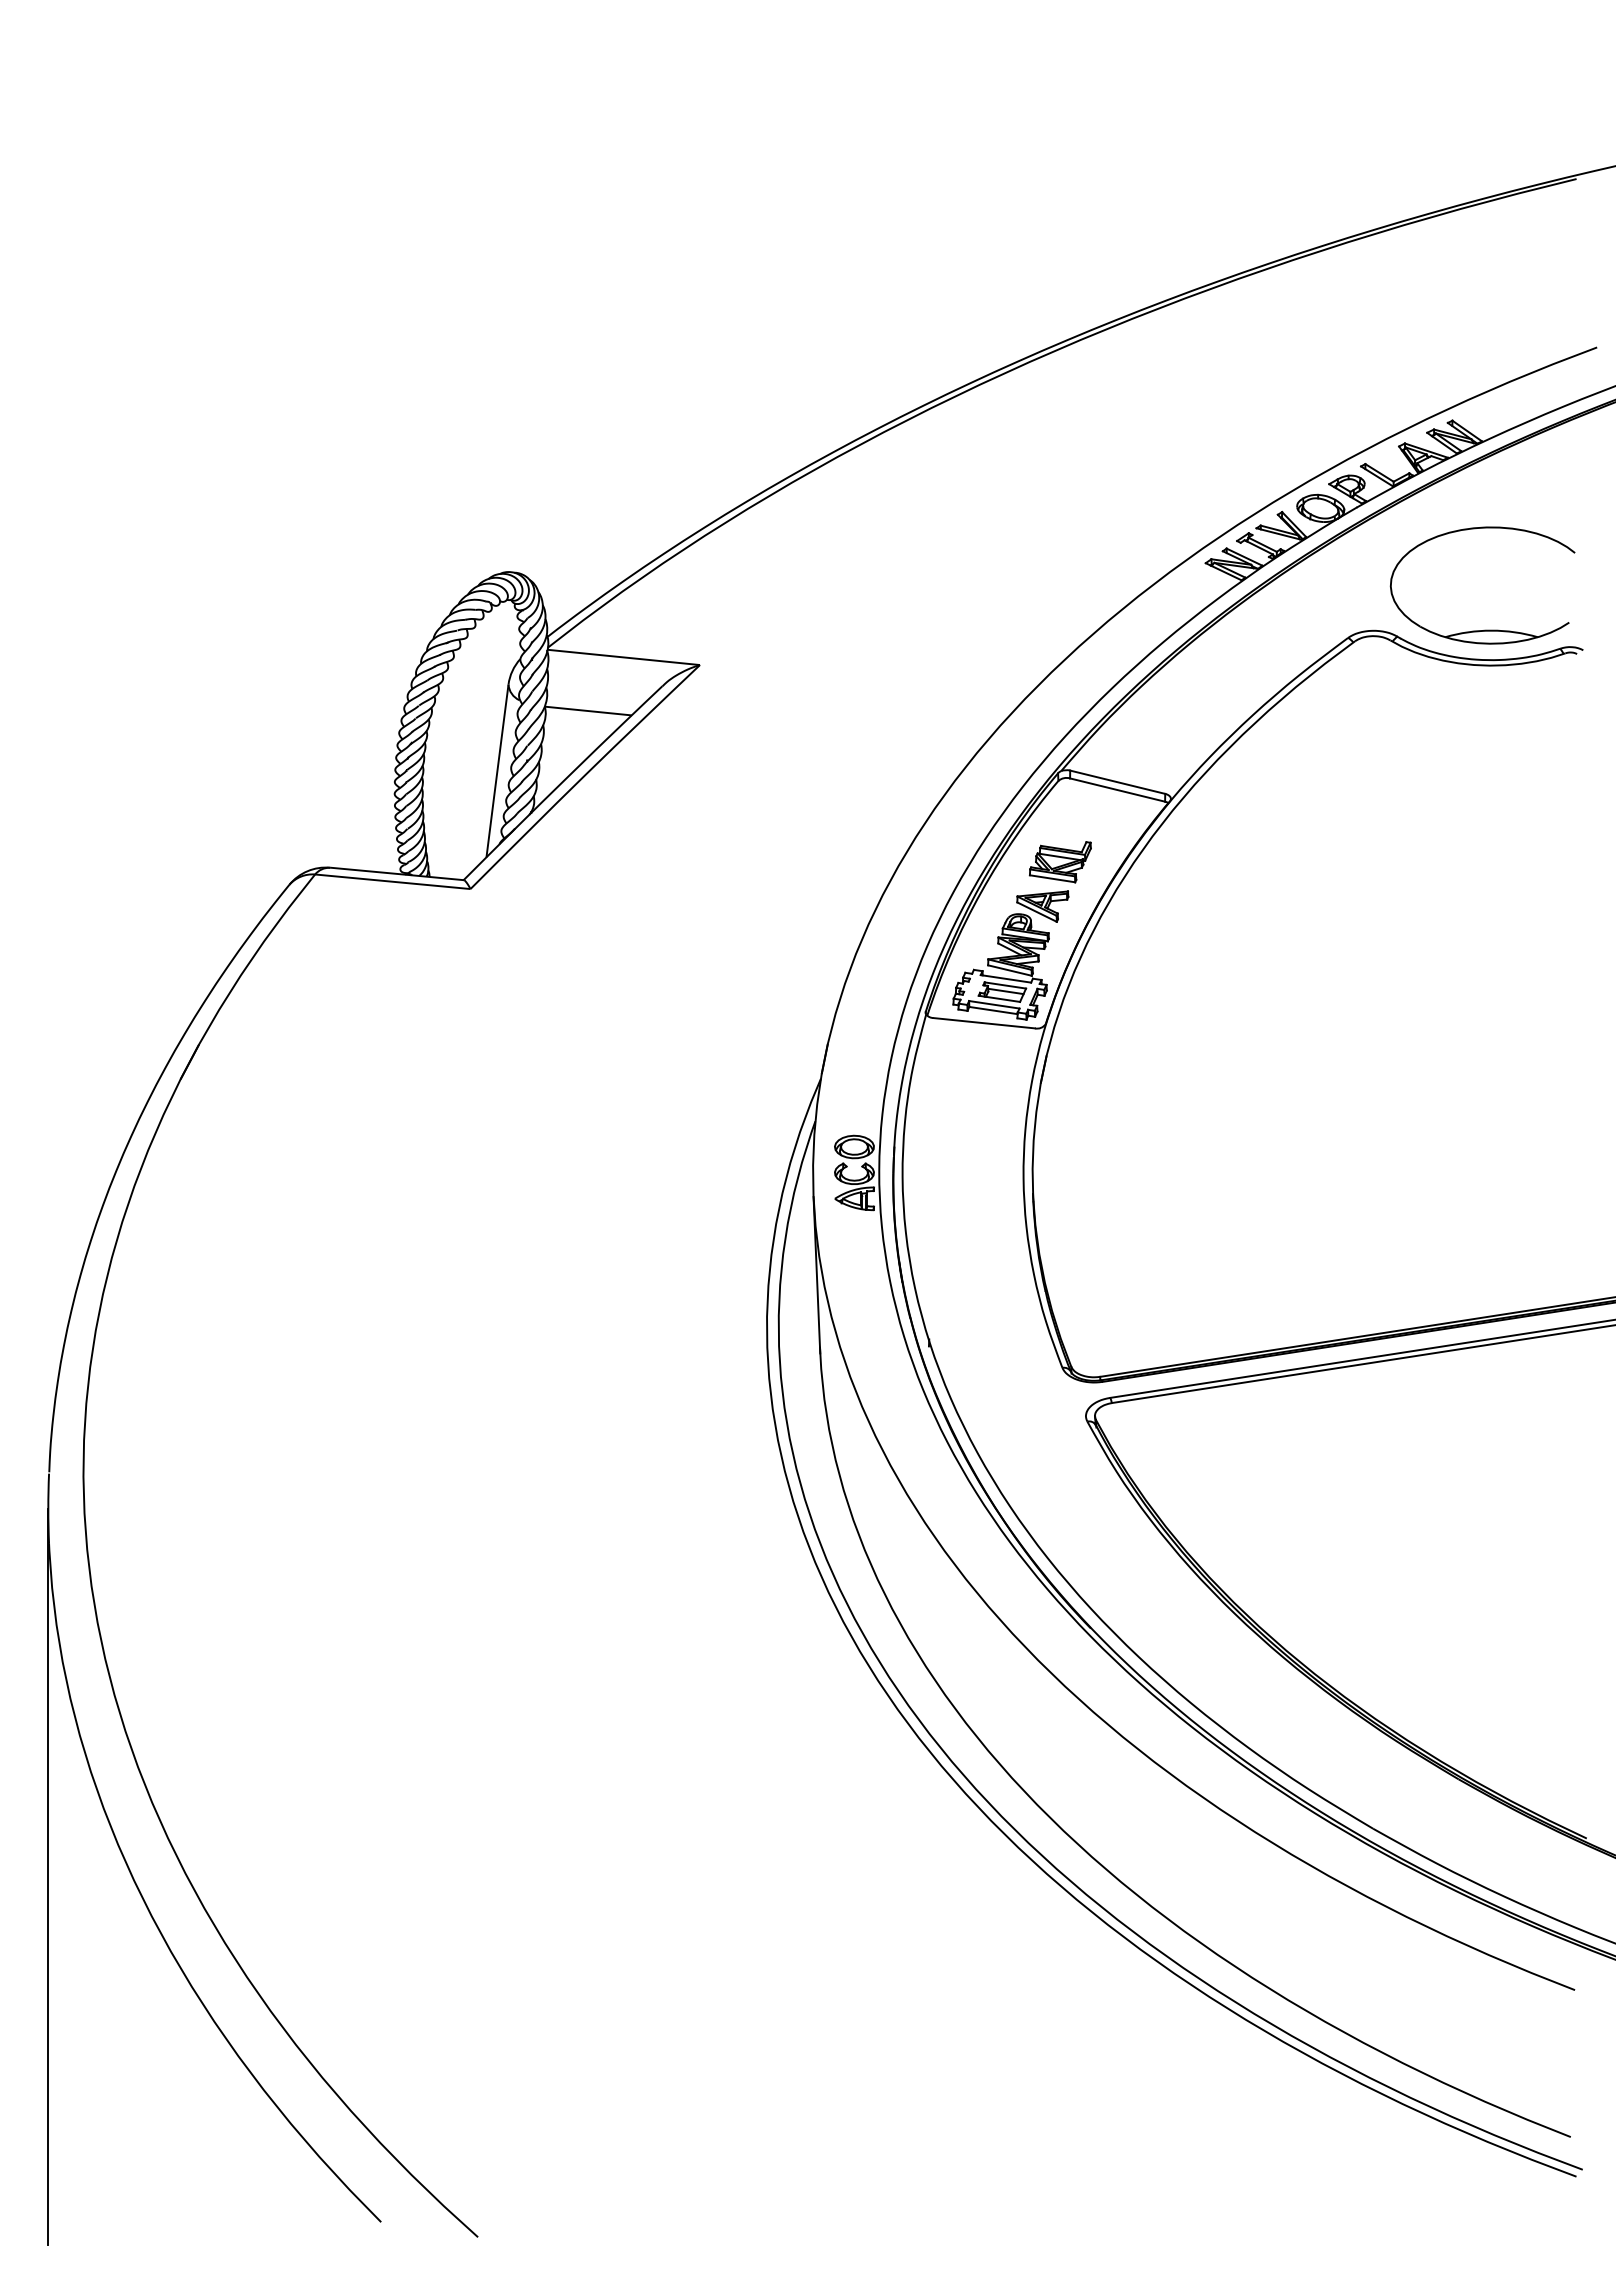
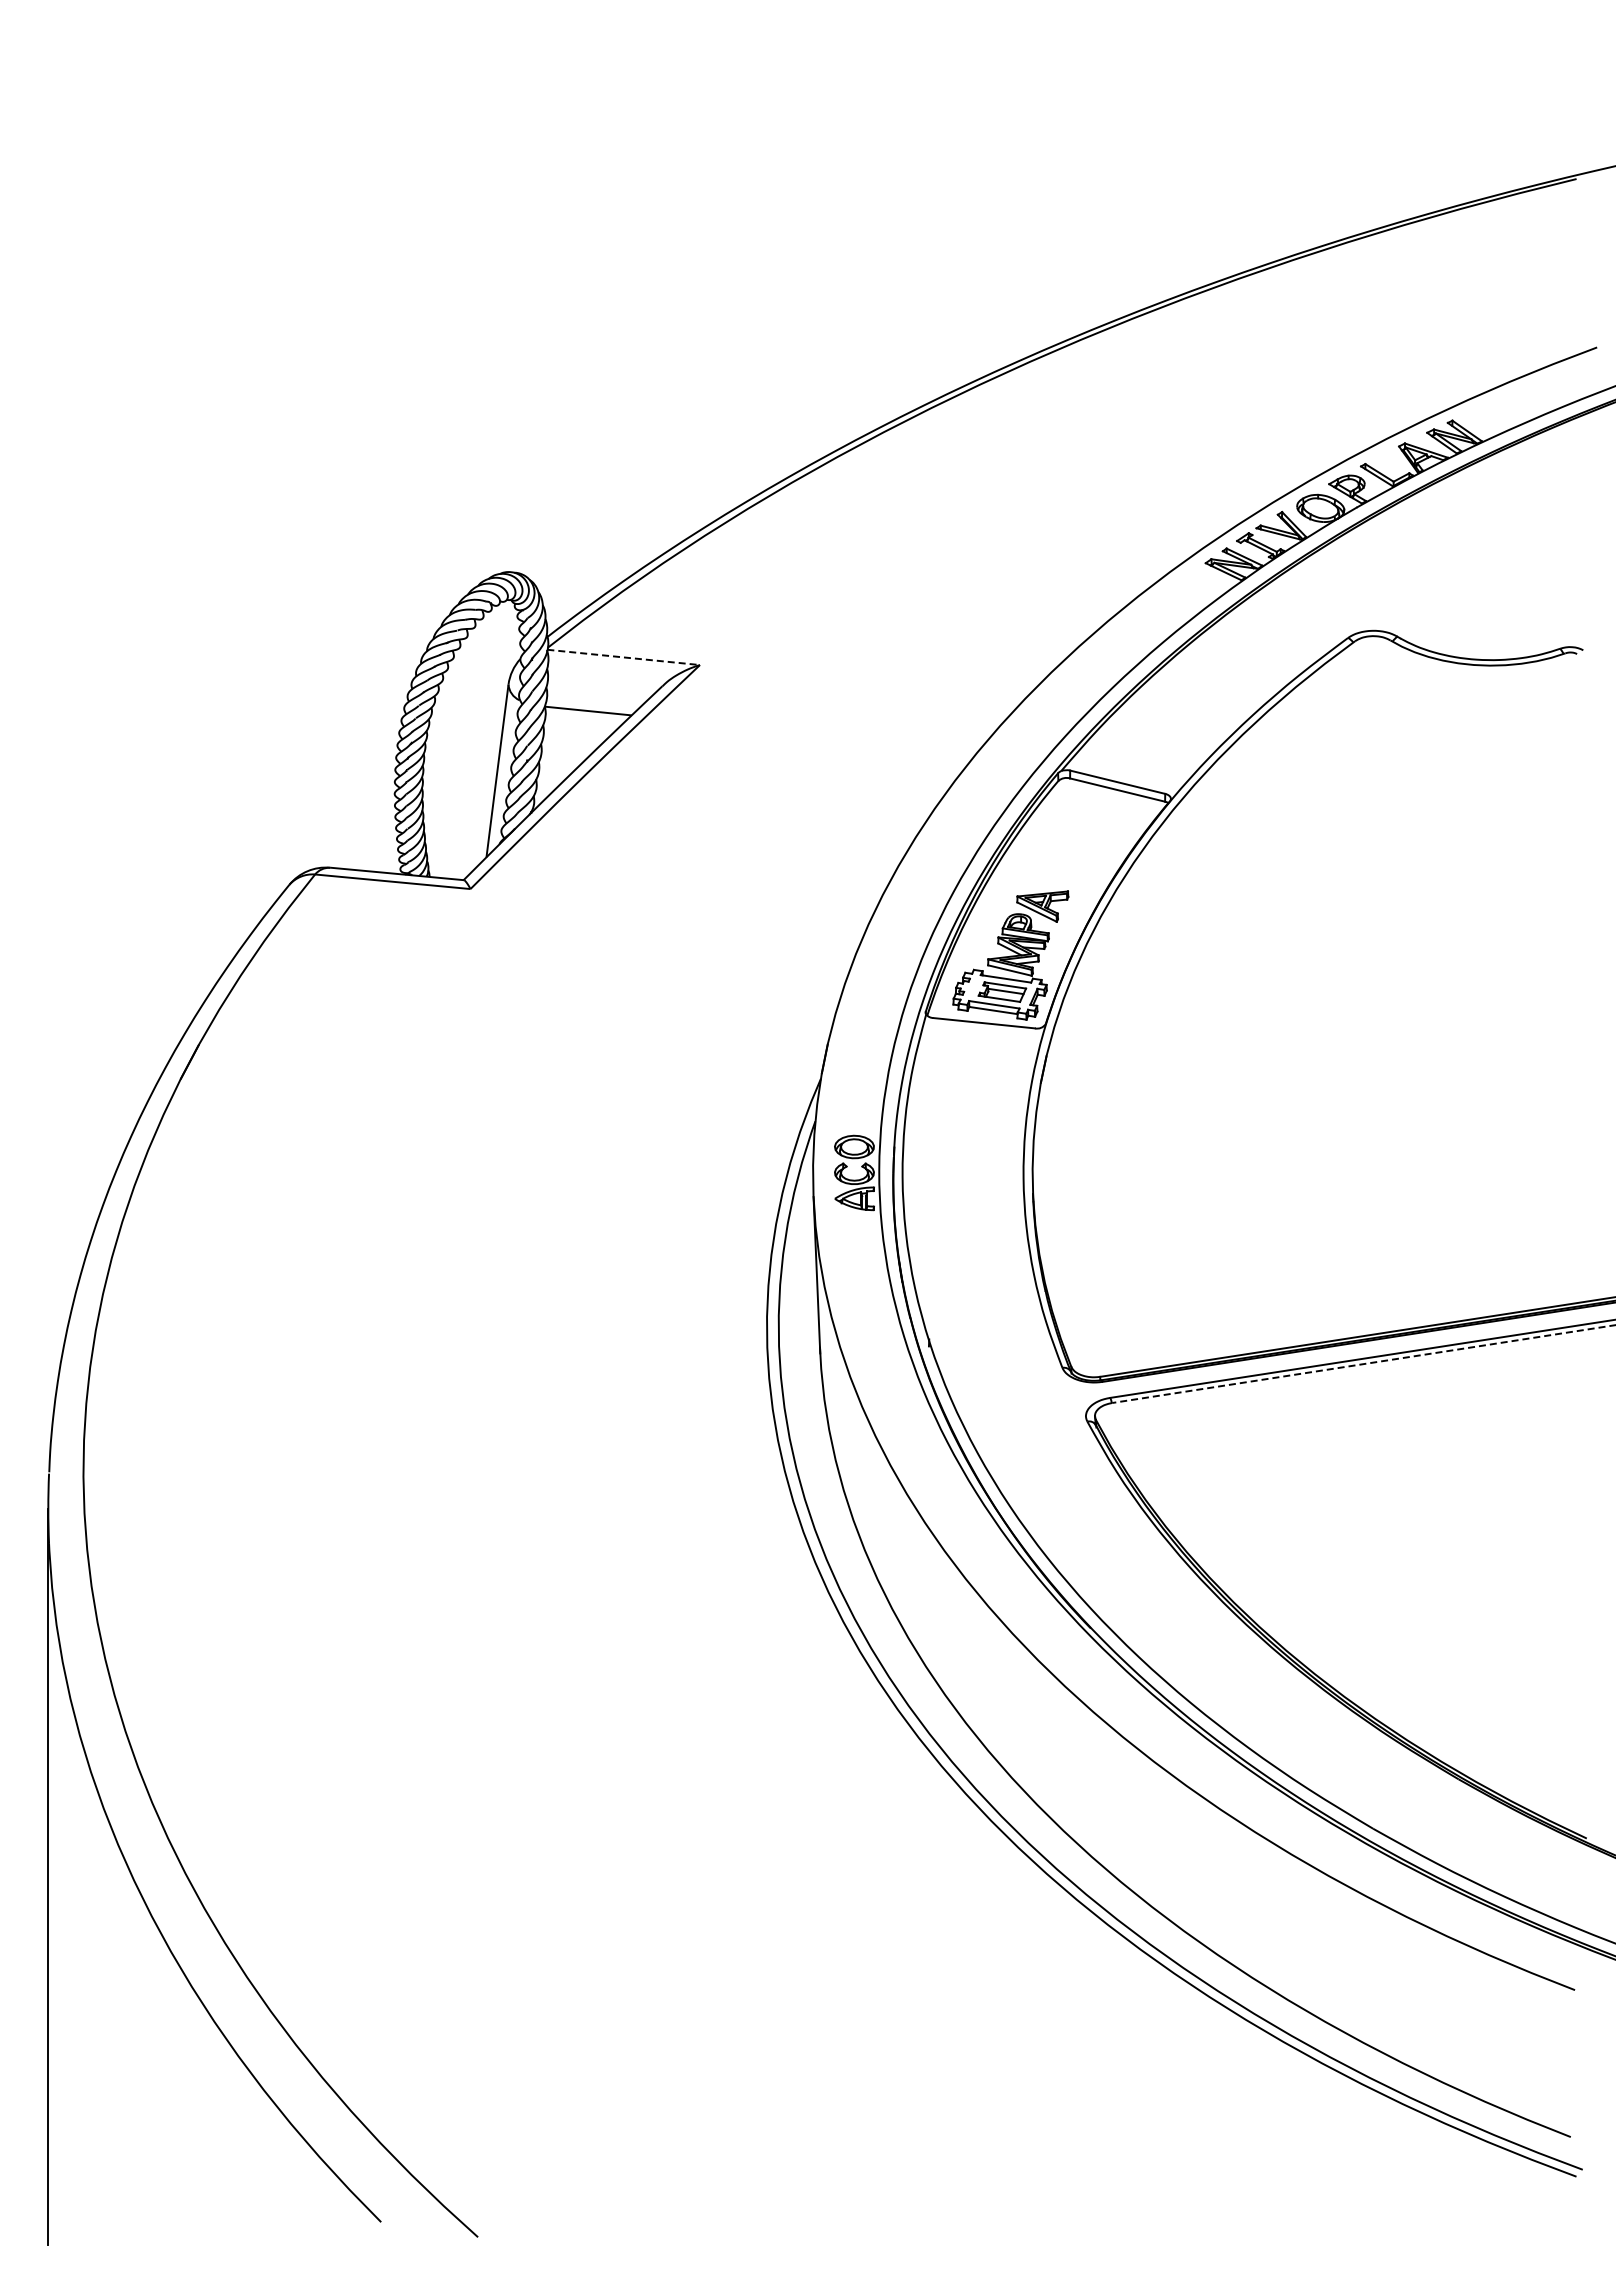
part at (1484, 629): present -> none
line at (623, 657): solid -> dashed
part at (1059, 862): present -> none
line at (1363, 1364): solid -> dashed
